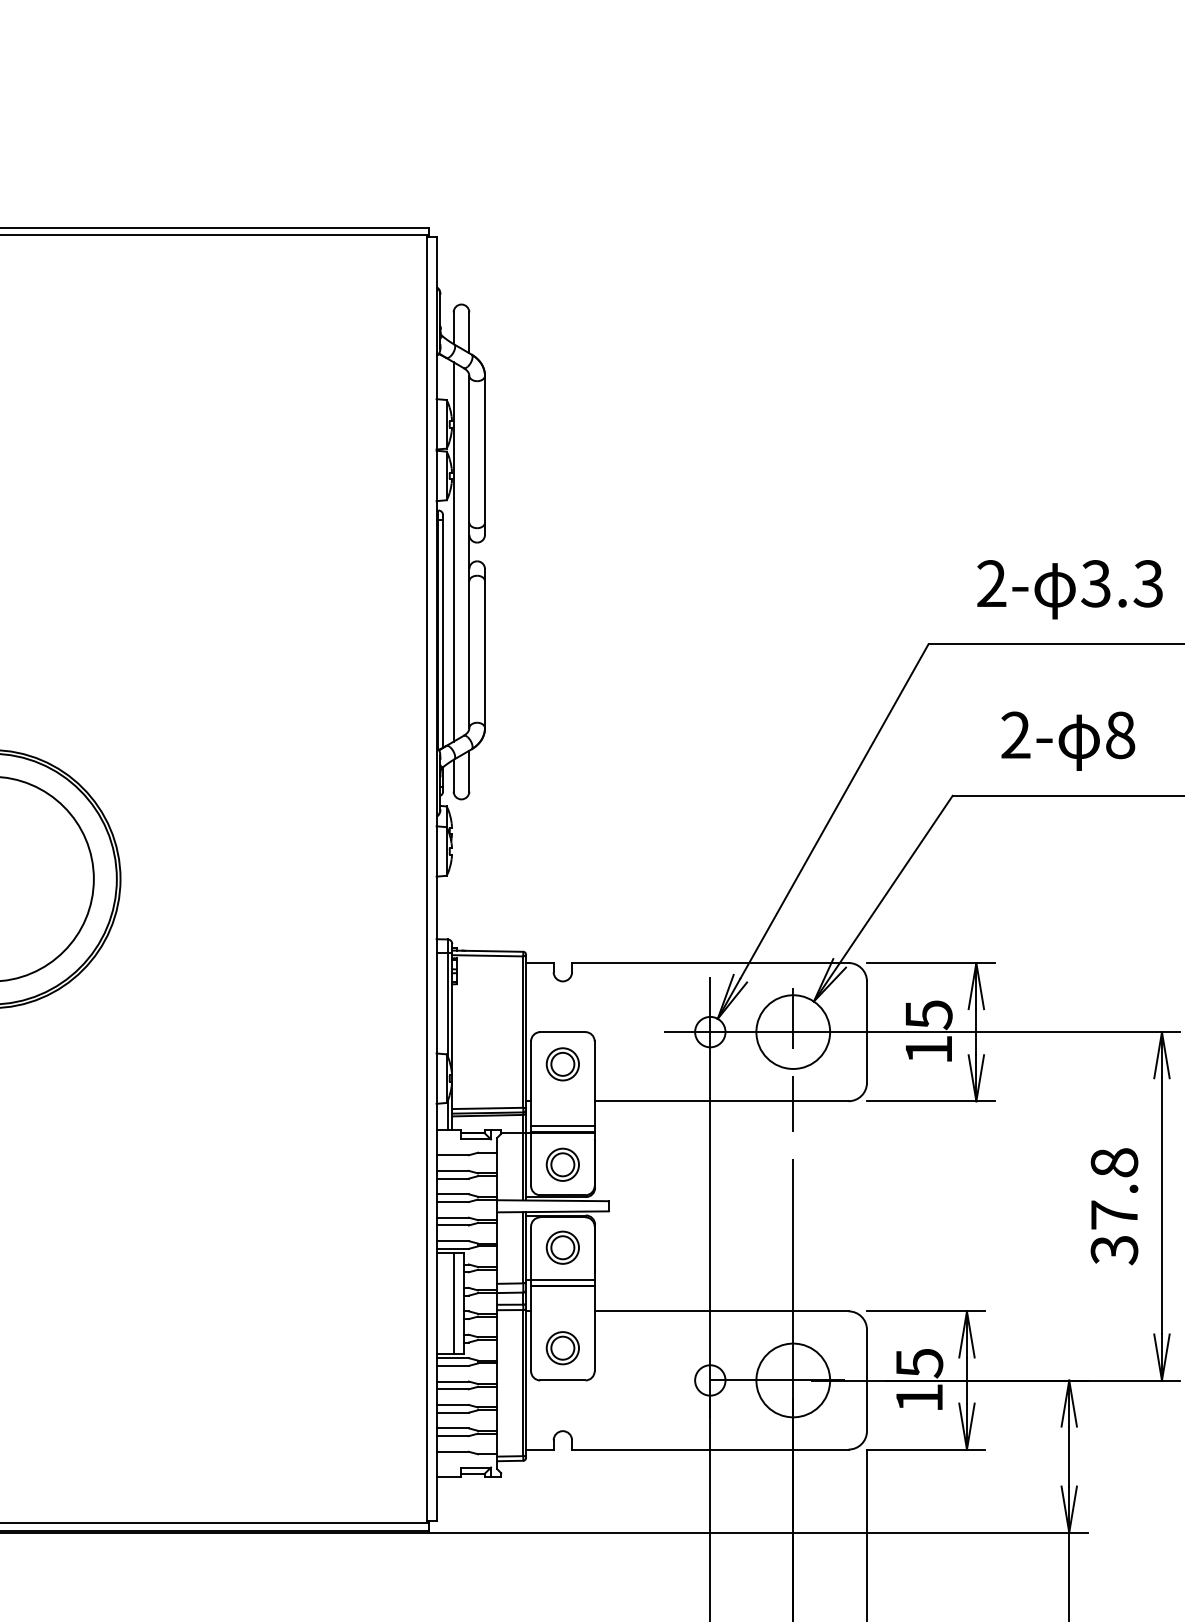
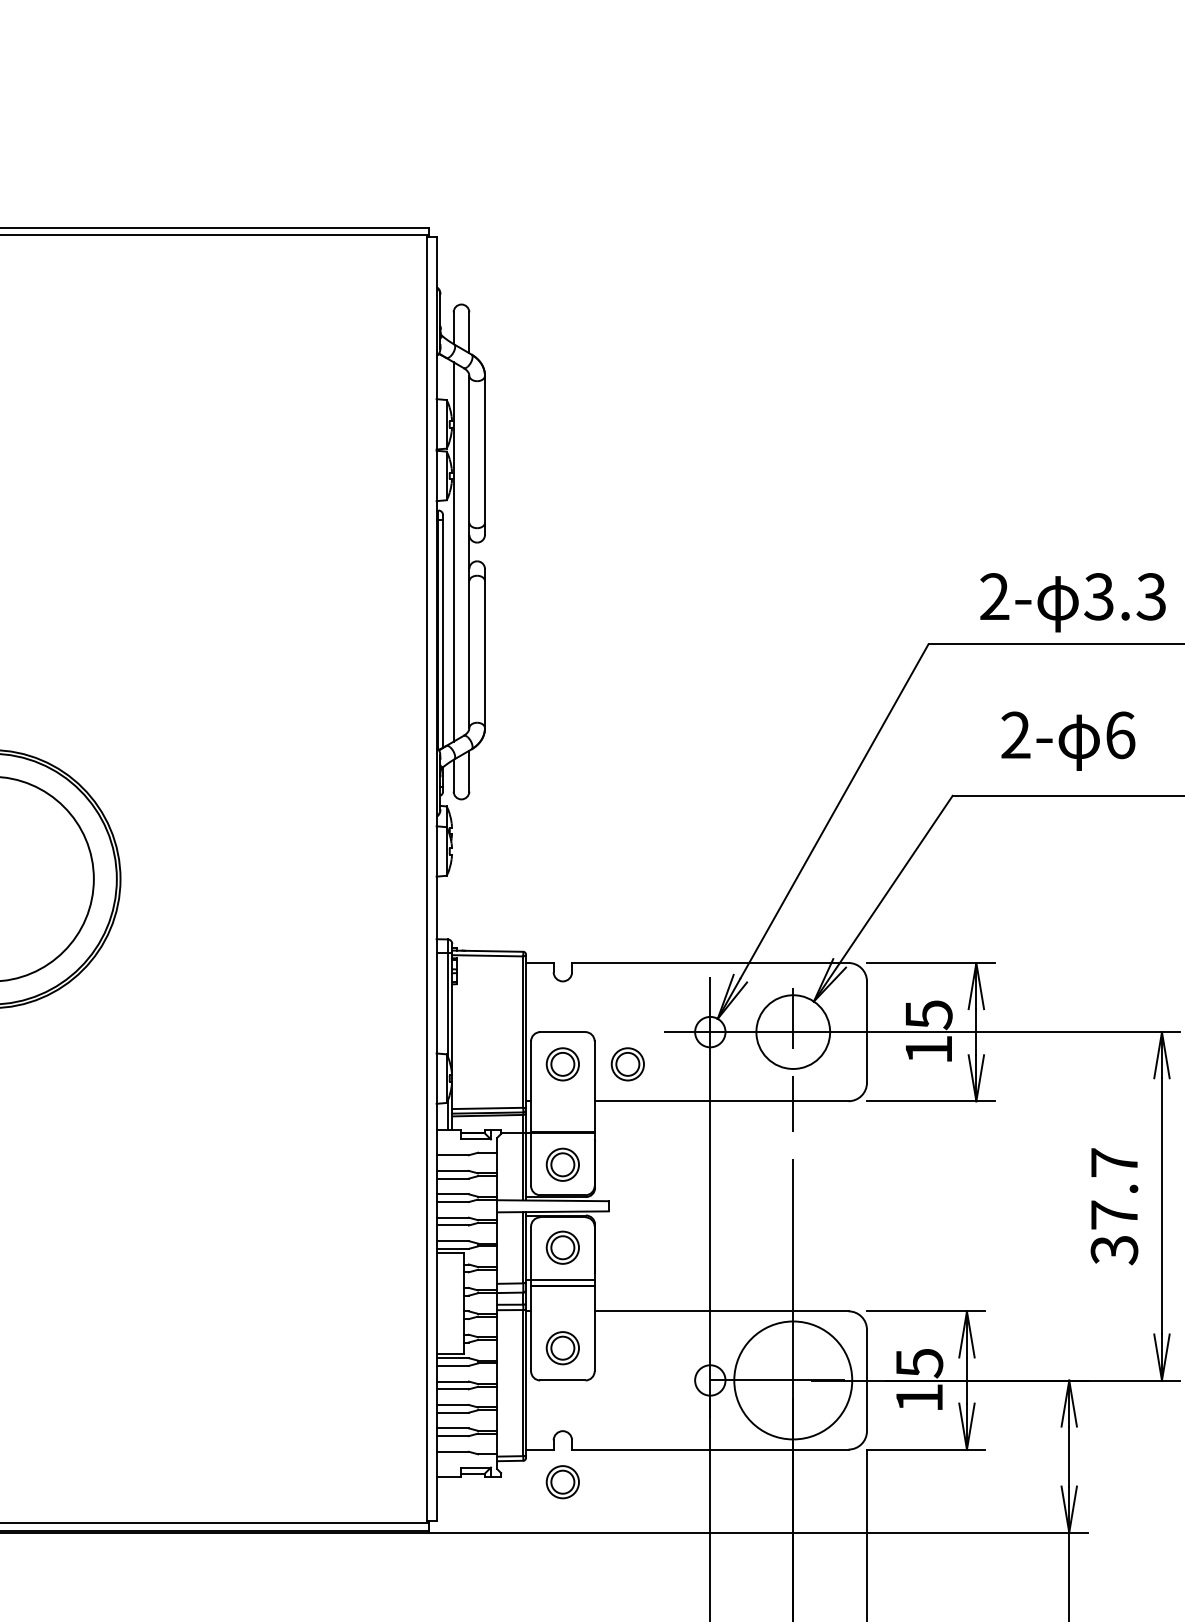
text at (1069, 589) position: (1069, 589) -> (1072, 602)
text at (1120, 735): 8 -> 6
part at (627, 1064): none -> present
line at (562, 1126): present -> none
text at (1114, 1162): 37.8 -> 37.7
line at (454, 1303): present -> none
circle at (793, 1380) diameter: 74 px -> 118 px
part at (562, 1482): none -> present
